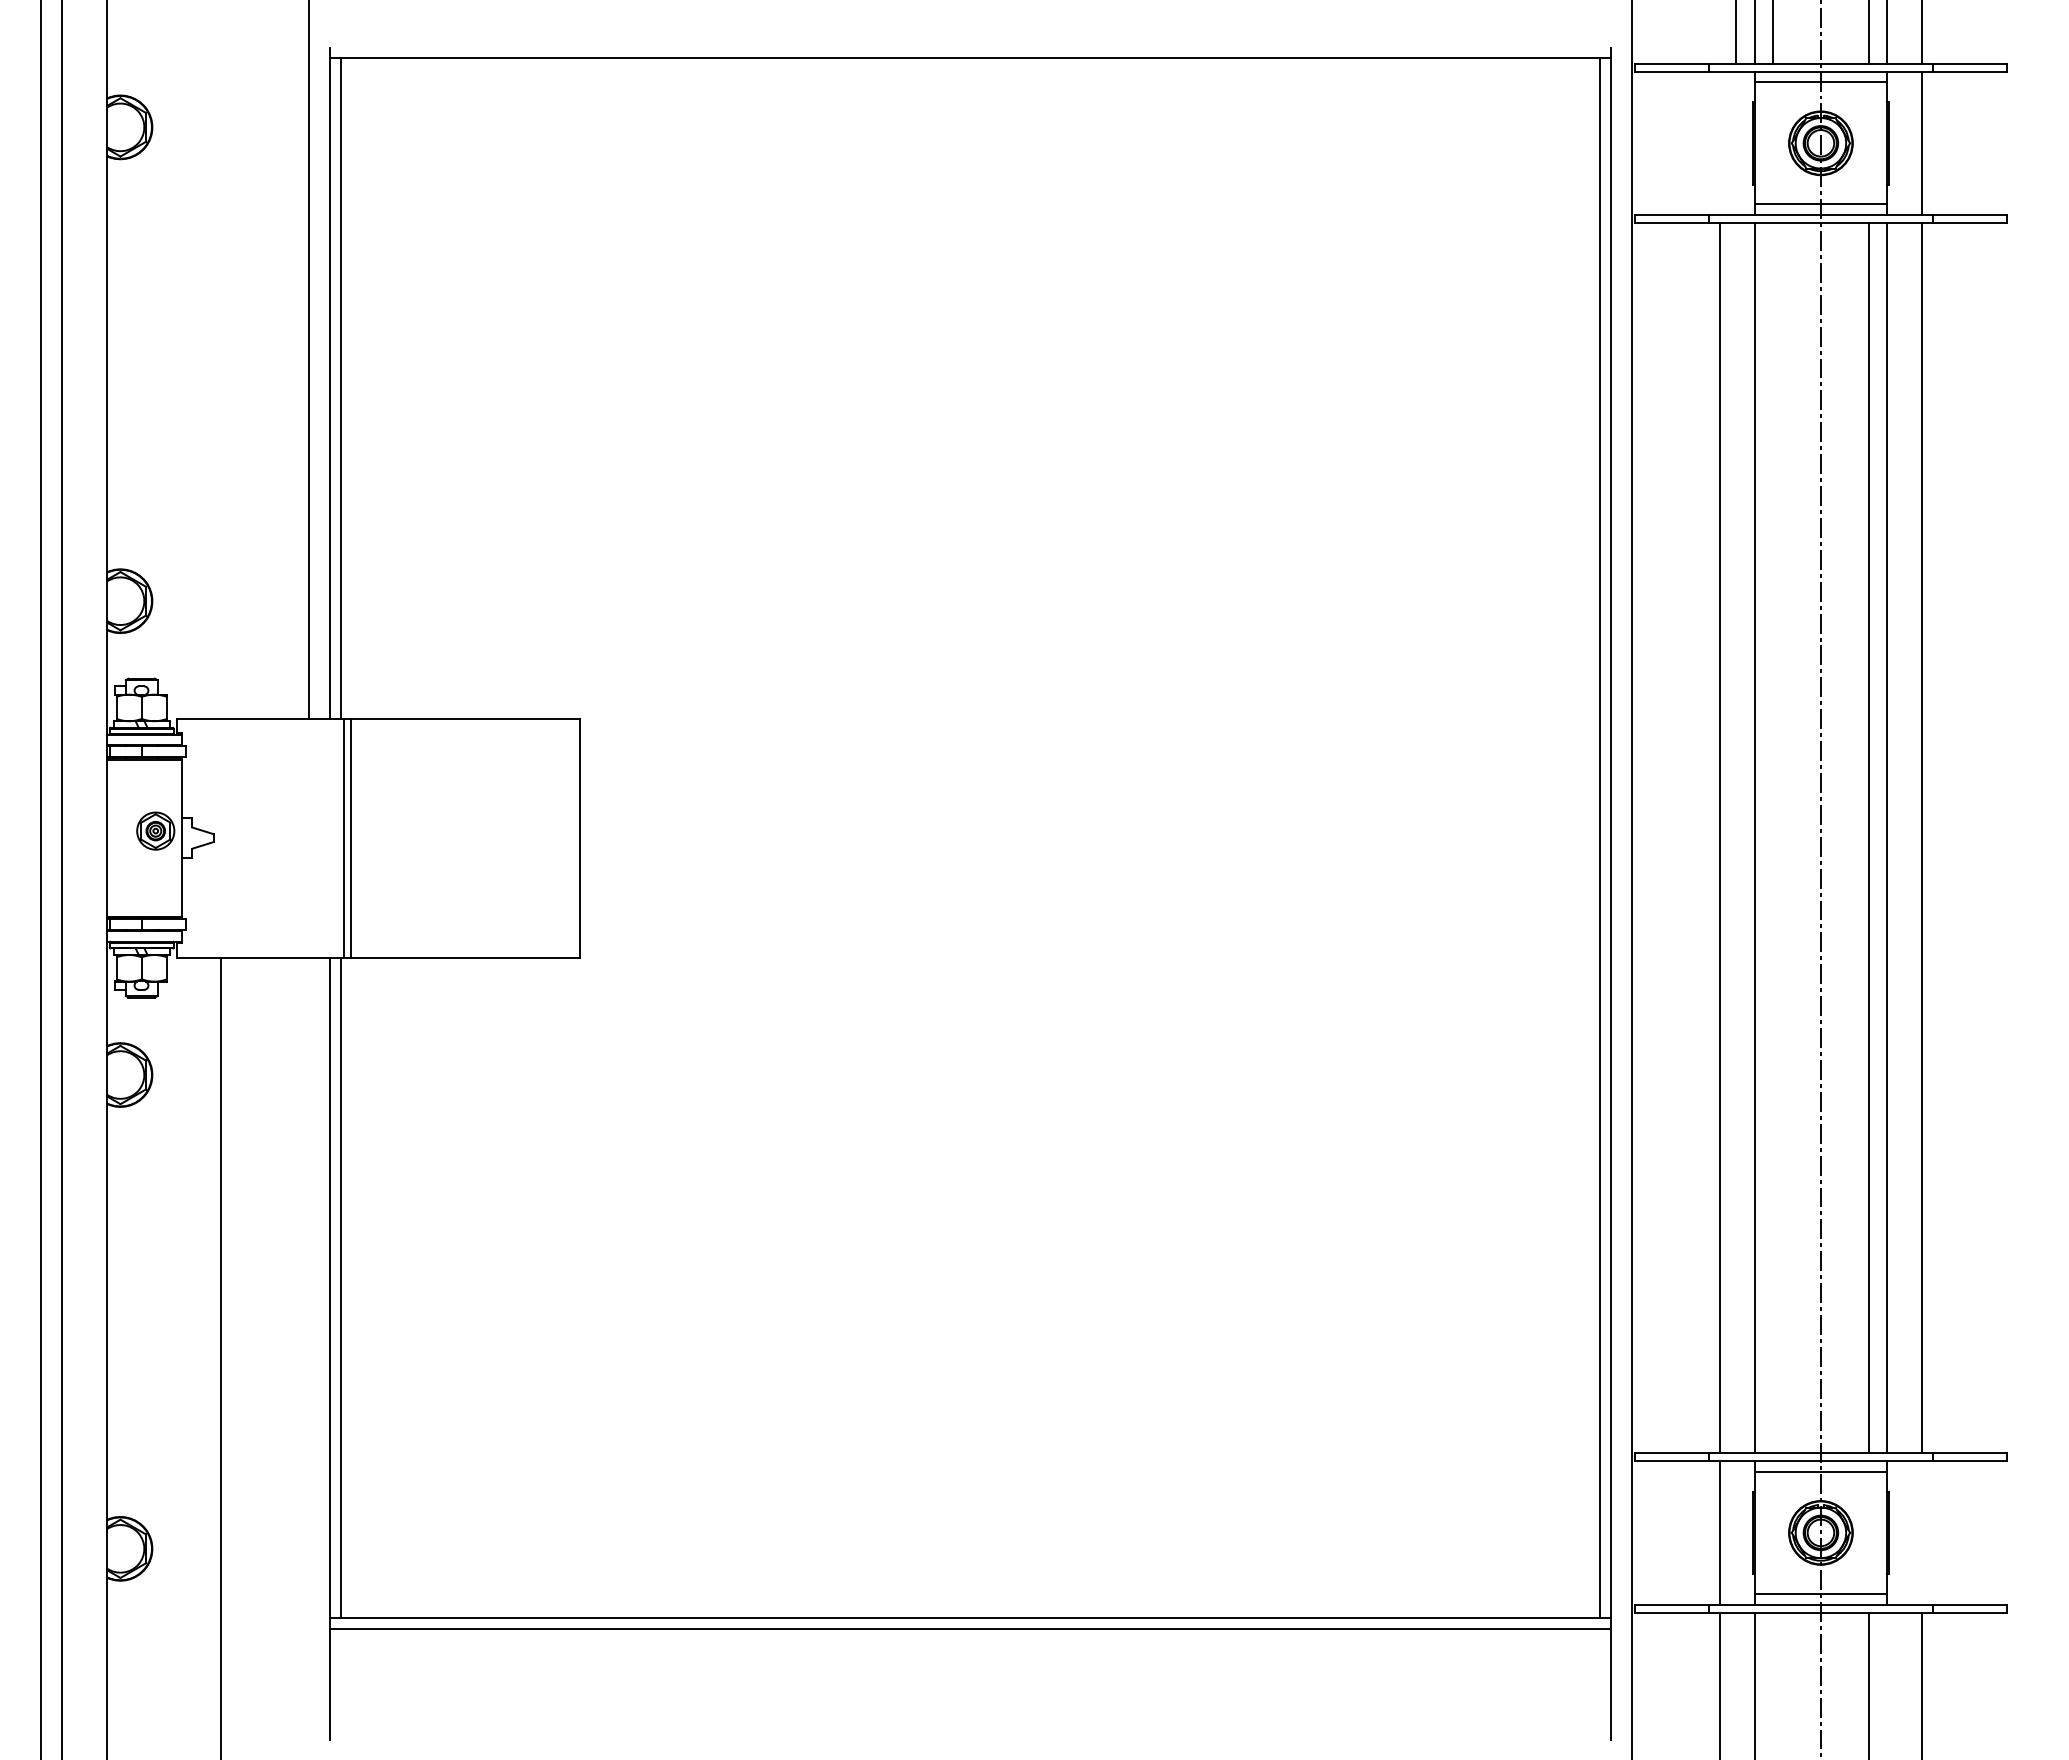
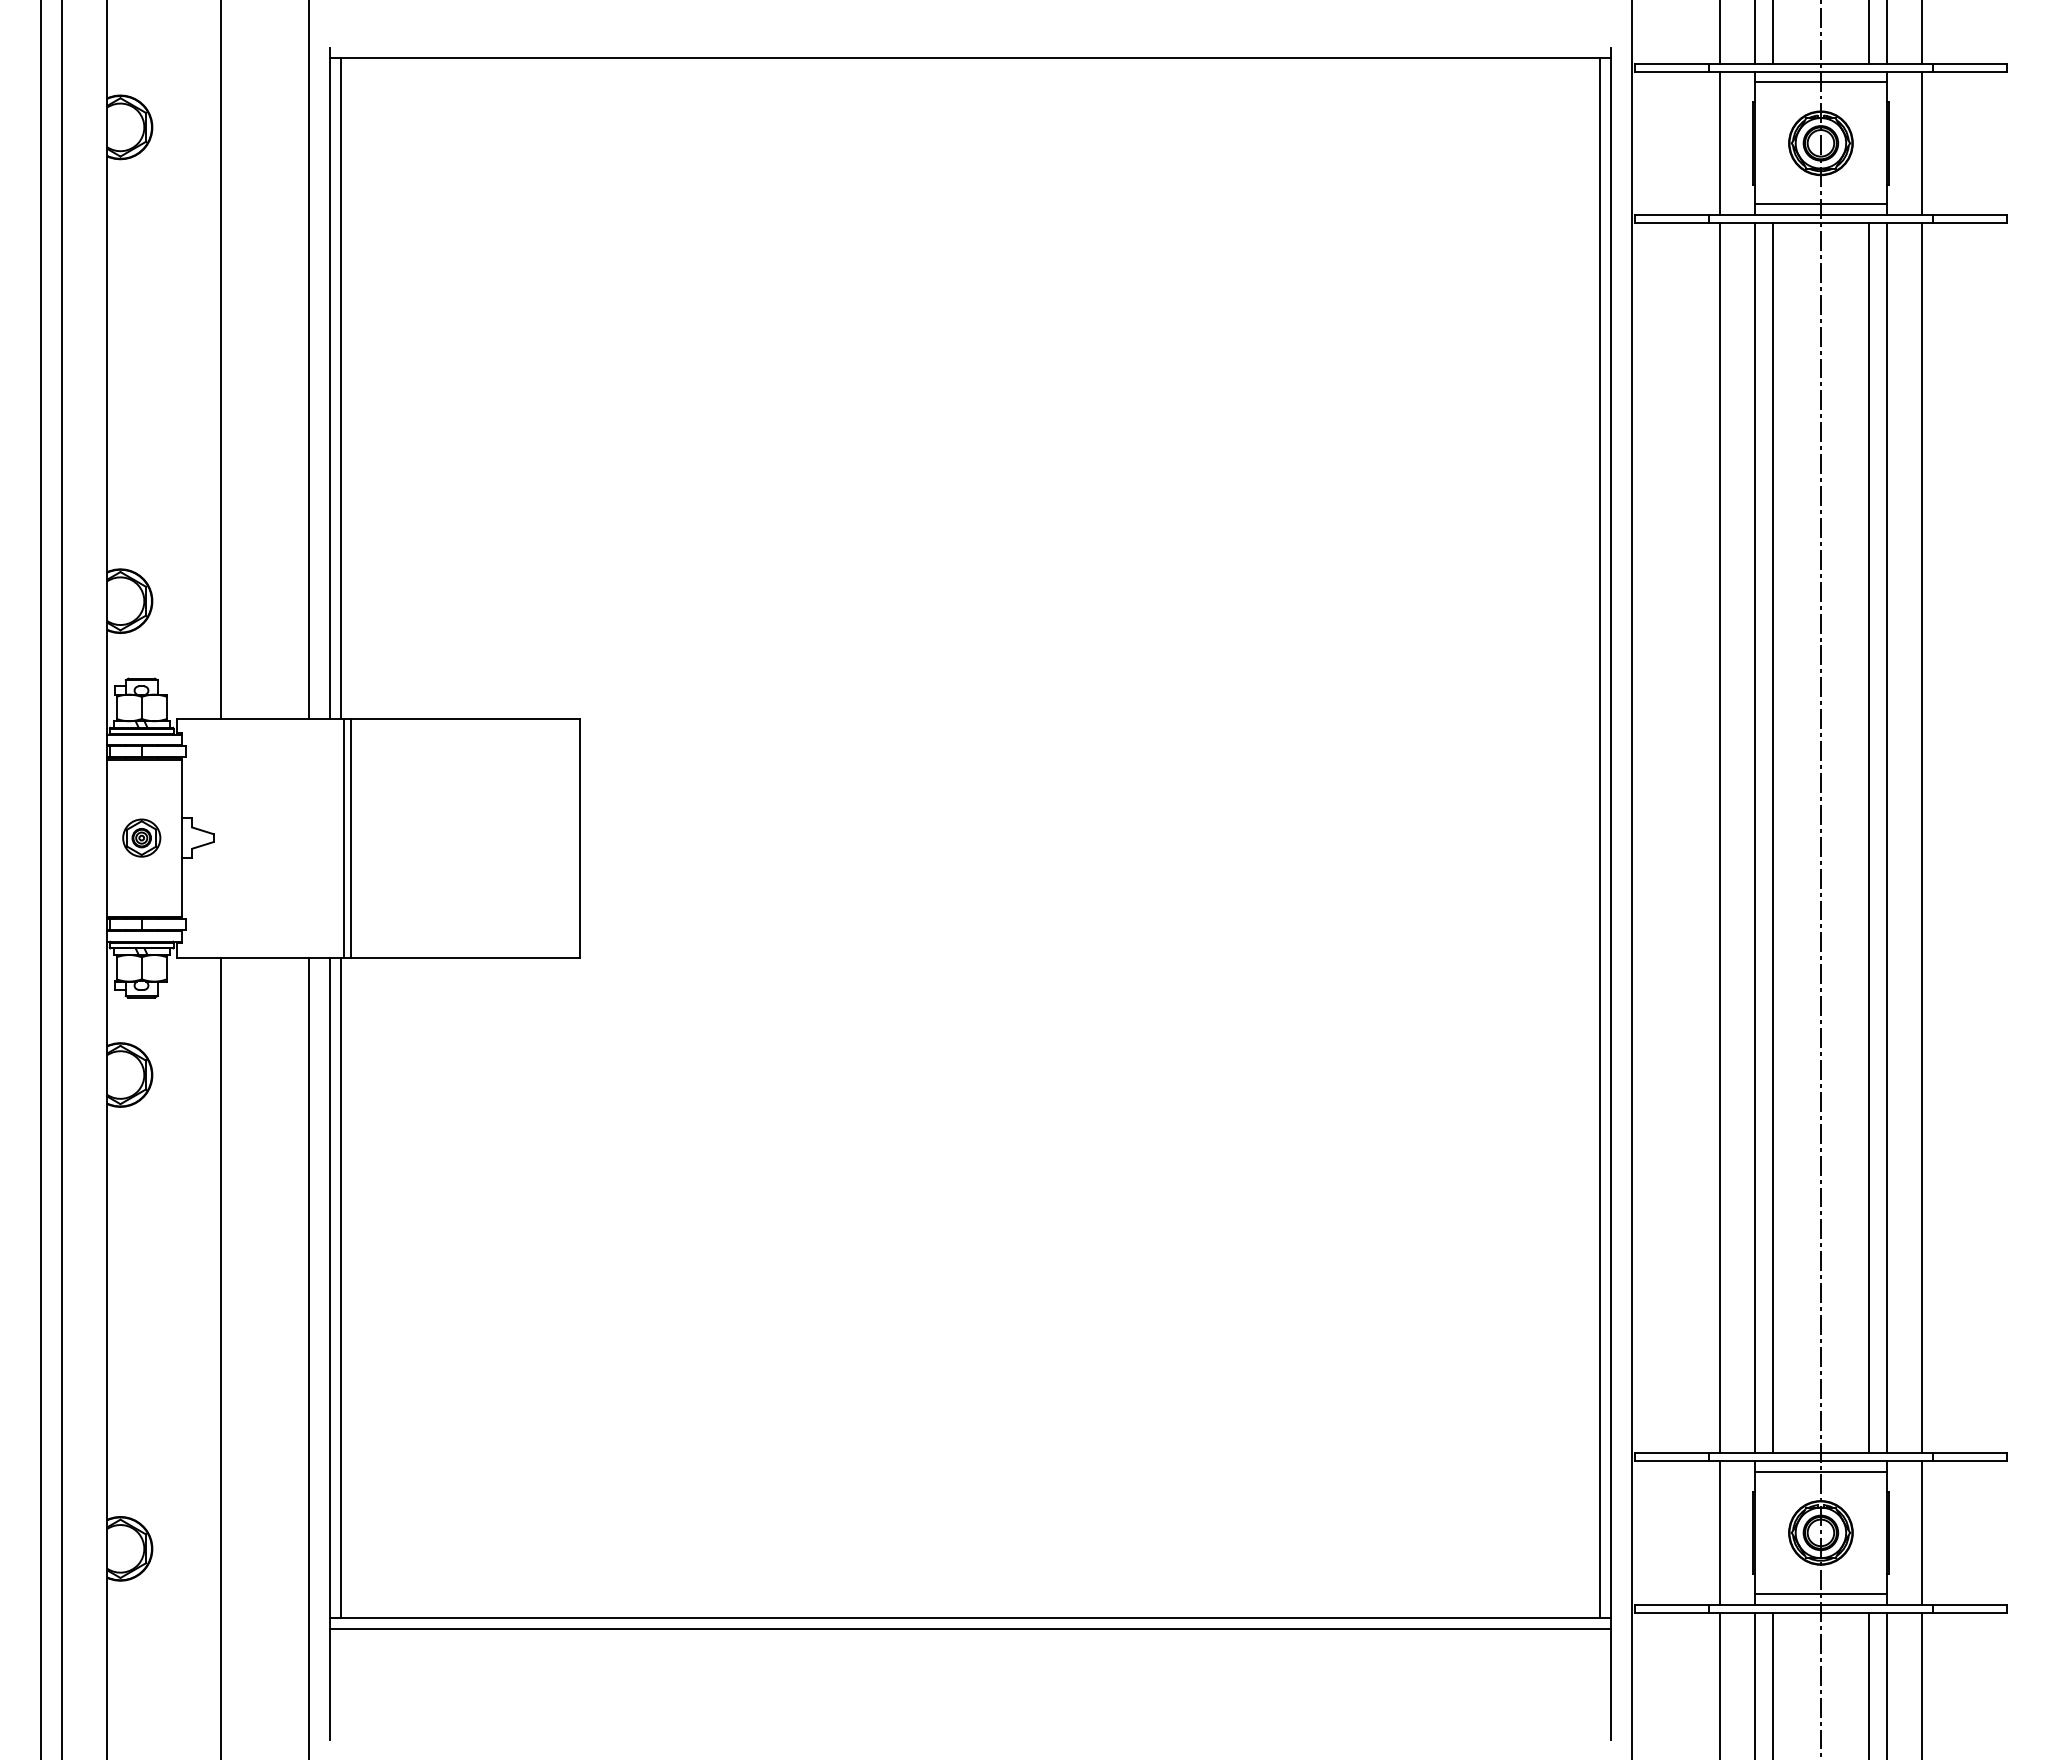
line at (1735, 32) position: (1735, 32) -> (1719, 32)
line at (1719, 143): none -> present
line at (221, 360): none -> present
part at (155, 830) position: (155, 830) -> (141, 837)
line at (1773, 838): none -> present
line at (309, 1356): none -> present
line at (1921, 1532): none -> present
line at (1773, 1684): none -> present
line at (1887, 1684): none -> present
